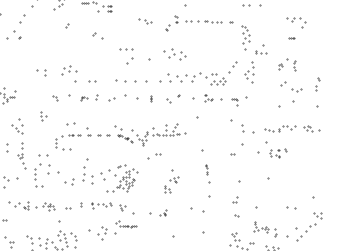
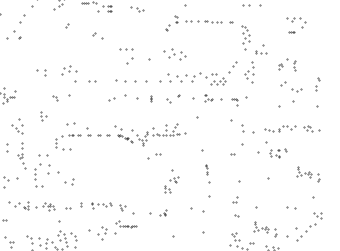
part at (145, 21) position: (145, 21) -> (137, 9)
part at (291, 38) position: (291, 38) -> (291, 32)
part at (89, 97): present -> none
part at (308, 174): none -> present
part at (110, 175): present -> none
